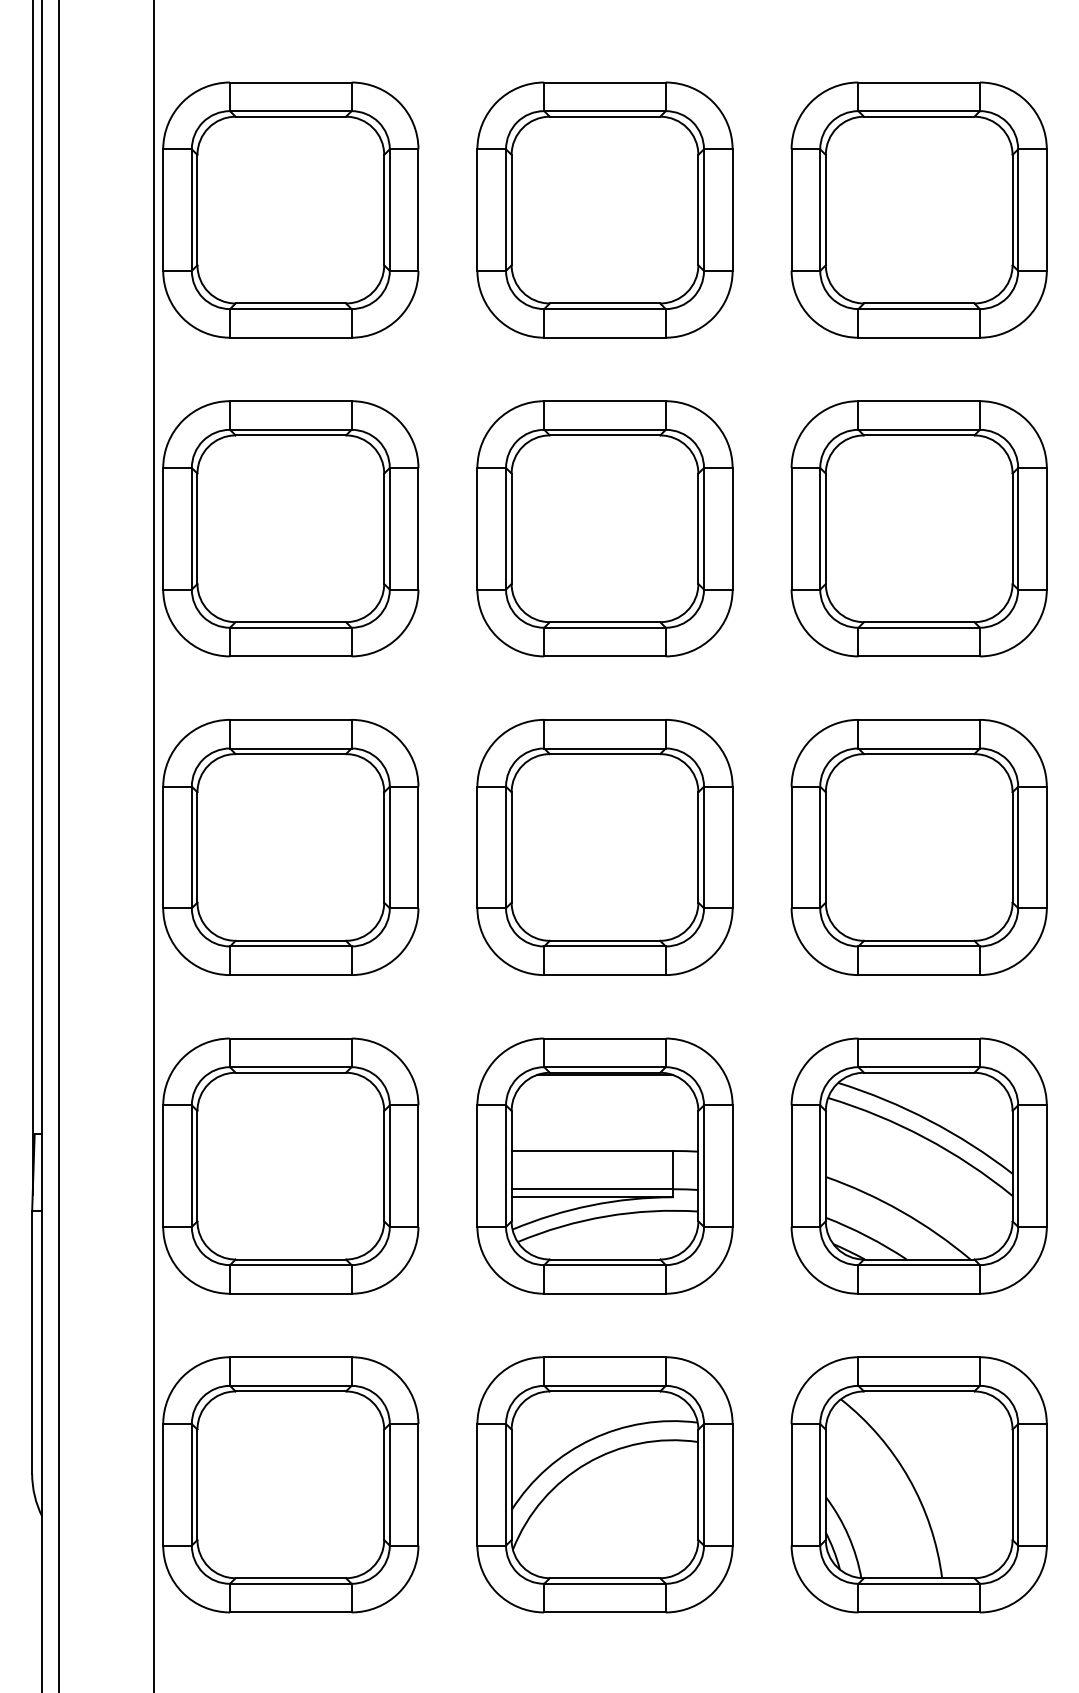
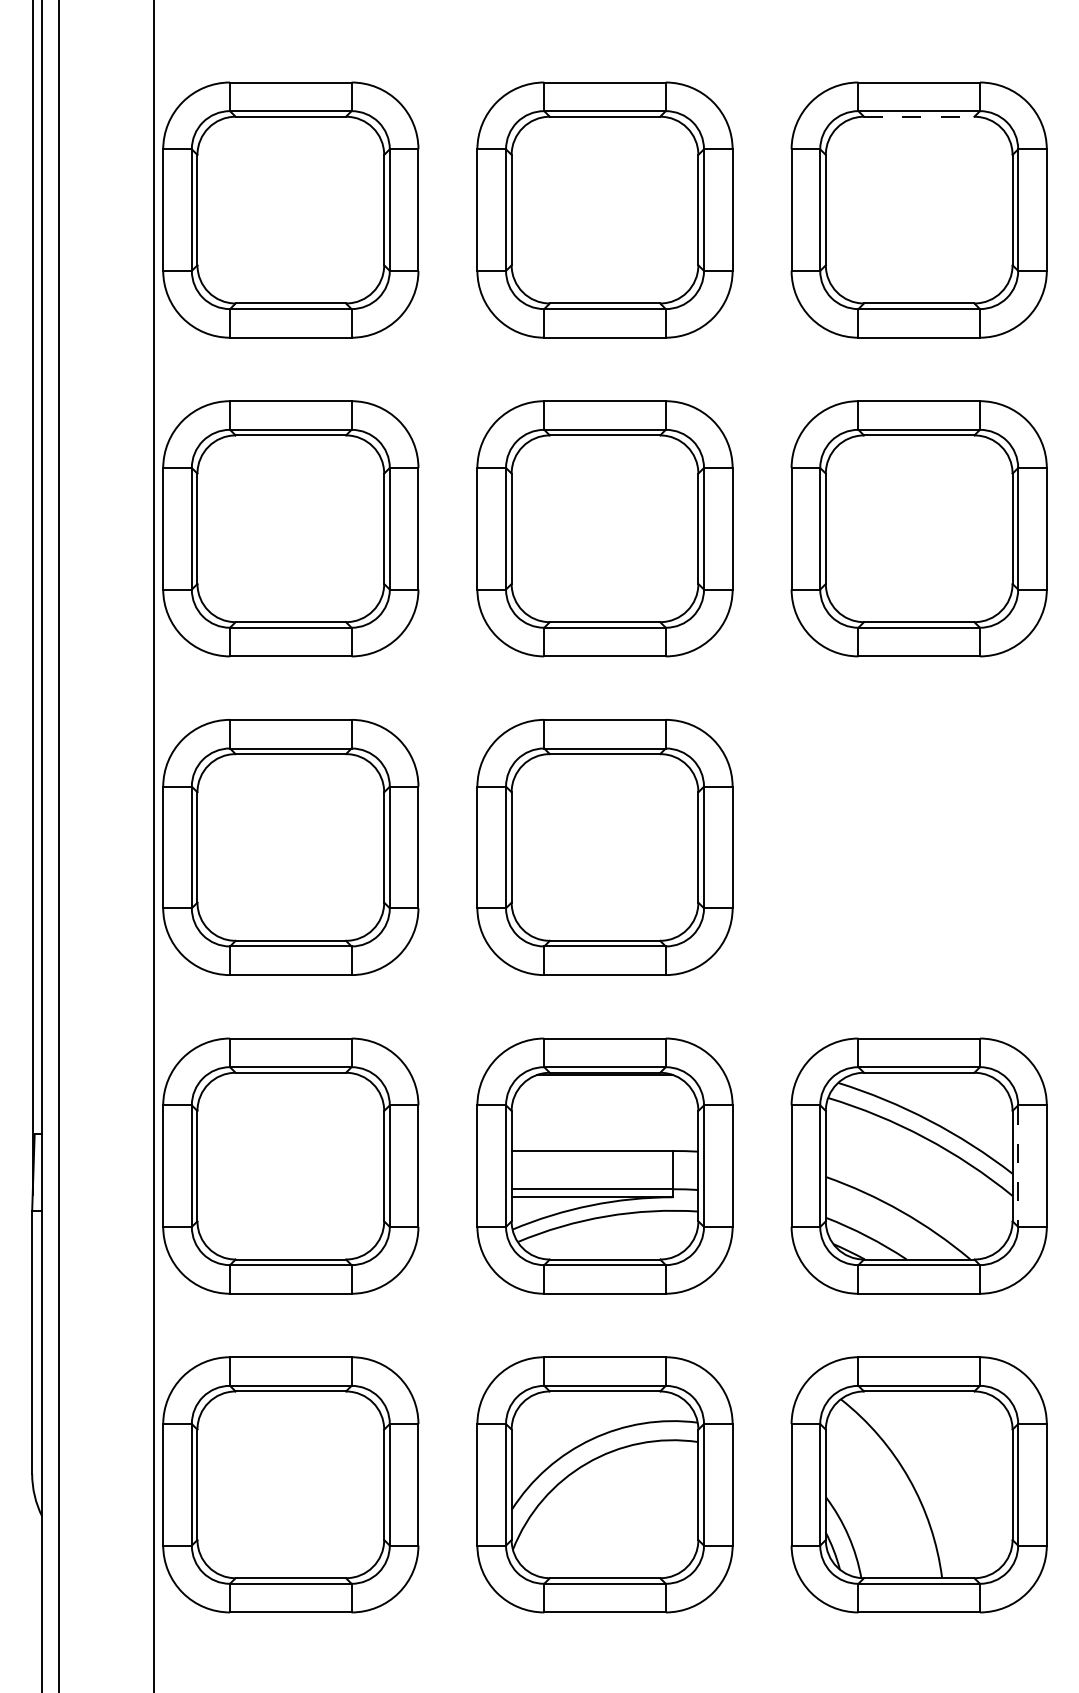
line at (919, 116): solid -> dashed
part at (918, 847): present -> none
line at (1018, 1166): solid -> dashed
